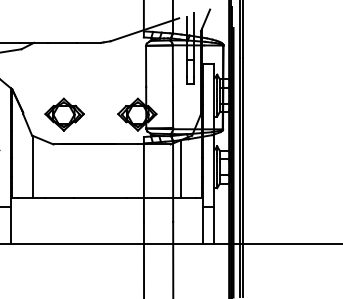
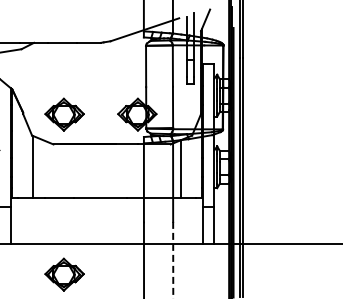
line at (173, 260): solid -> dashed
part at (64, 274): none -> present
